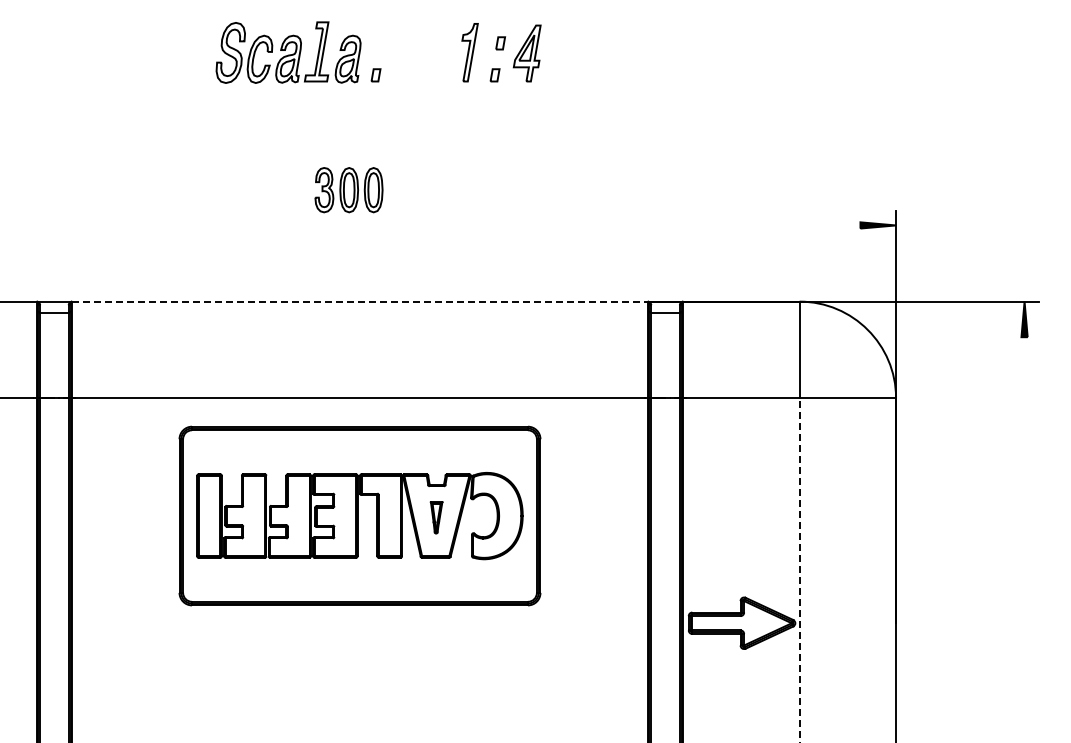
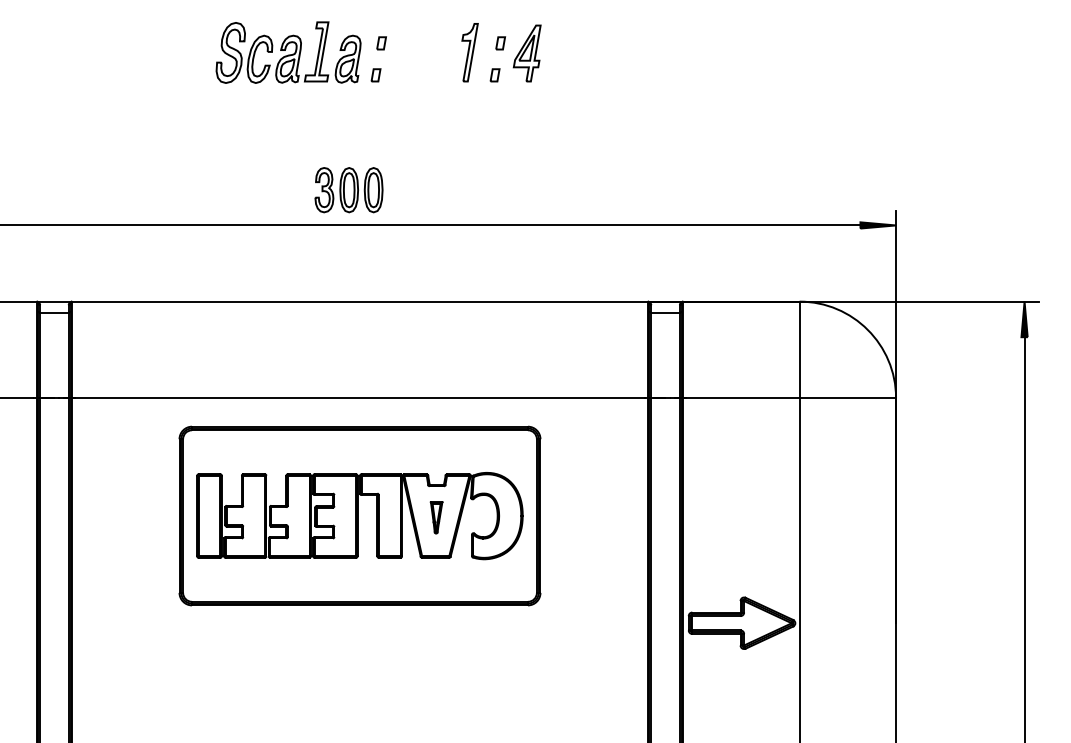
part at (381, 43): none -> present
line at (431, 225): none -> present
line at (360, 301): dashed -> solid
line at (1024, 538): none -> present
line at (799, 569): dashed -> solid
